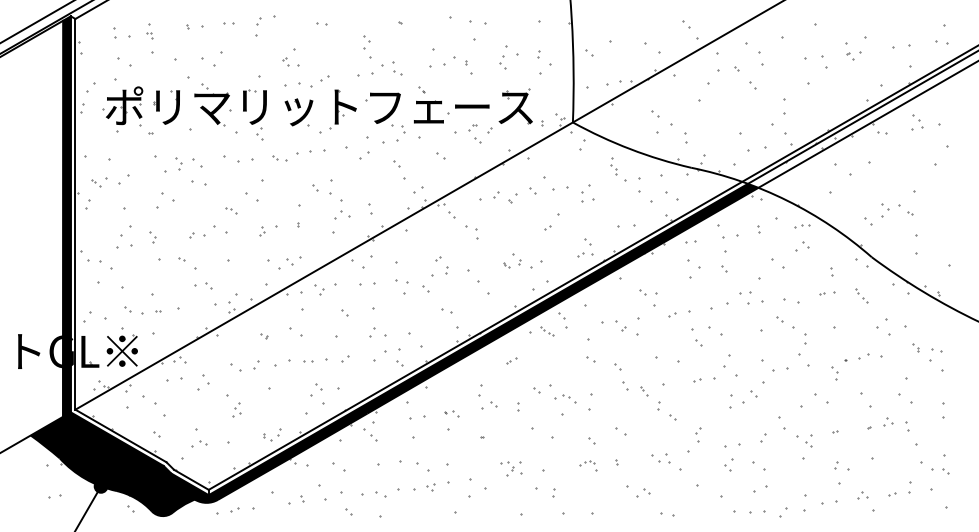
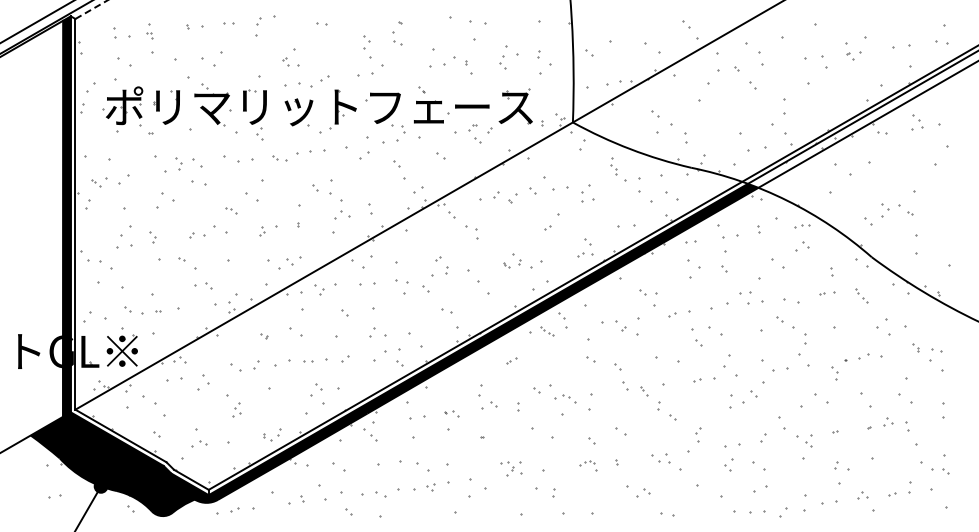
line at (91, 9): solid -> dashed
part at (397, 68) position: (397, 68) -> (397, 38)
